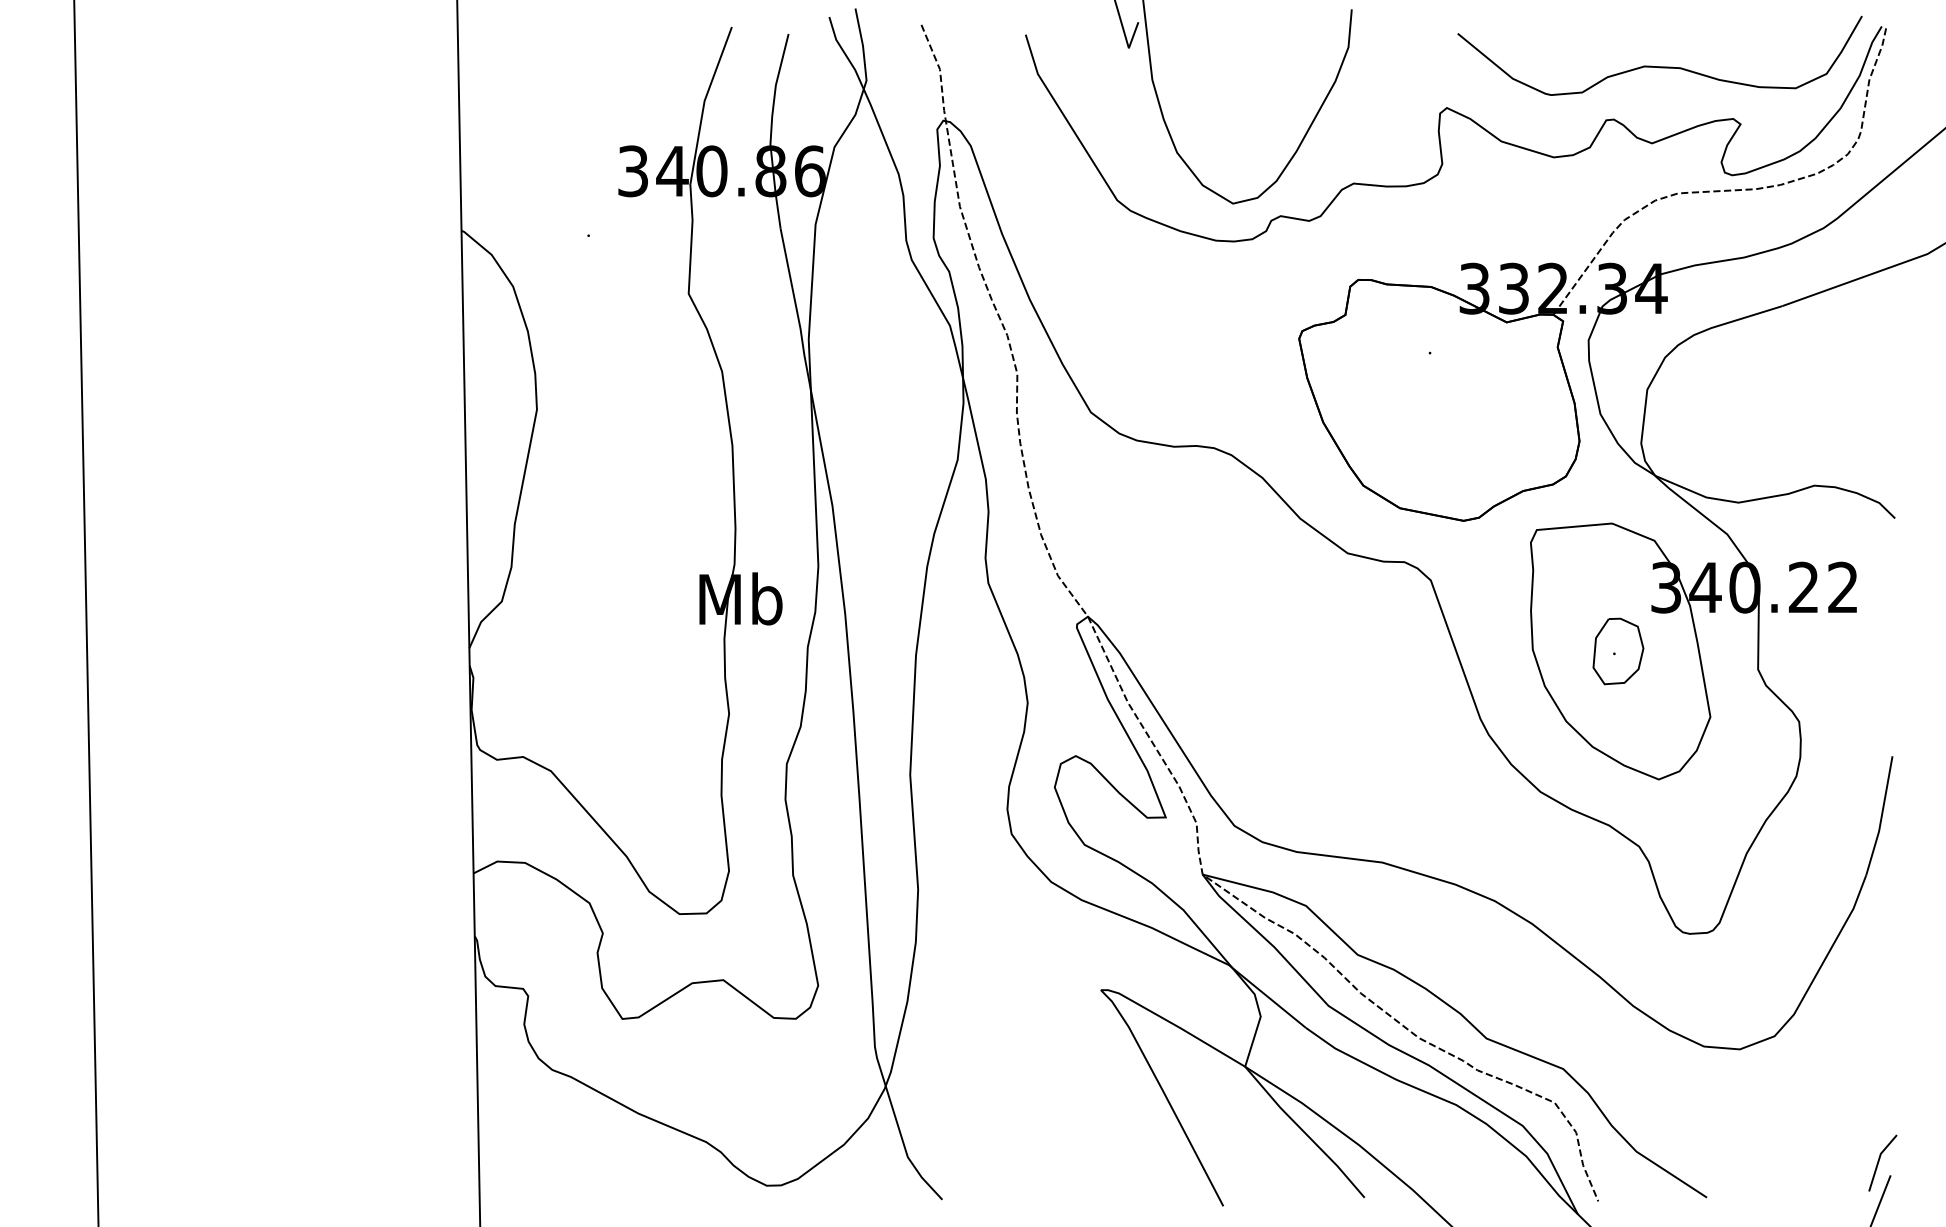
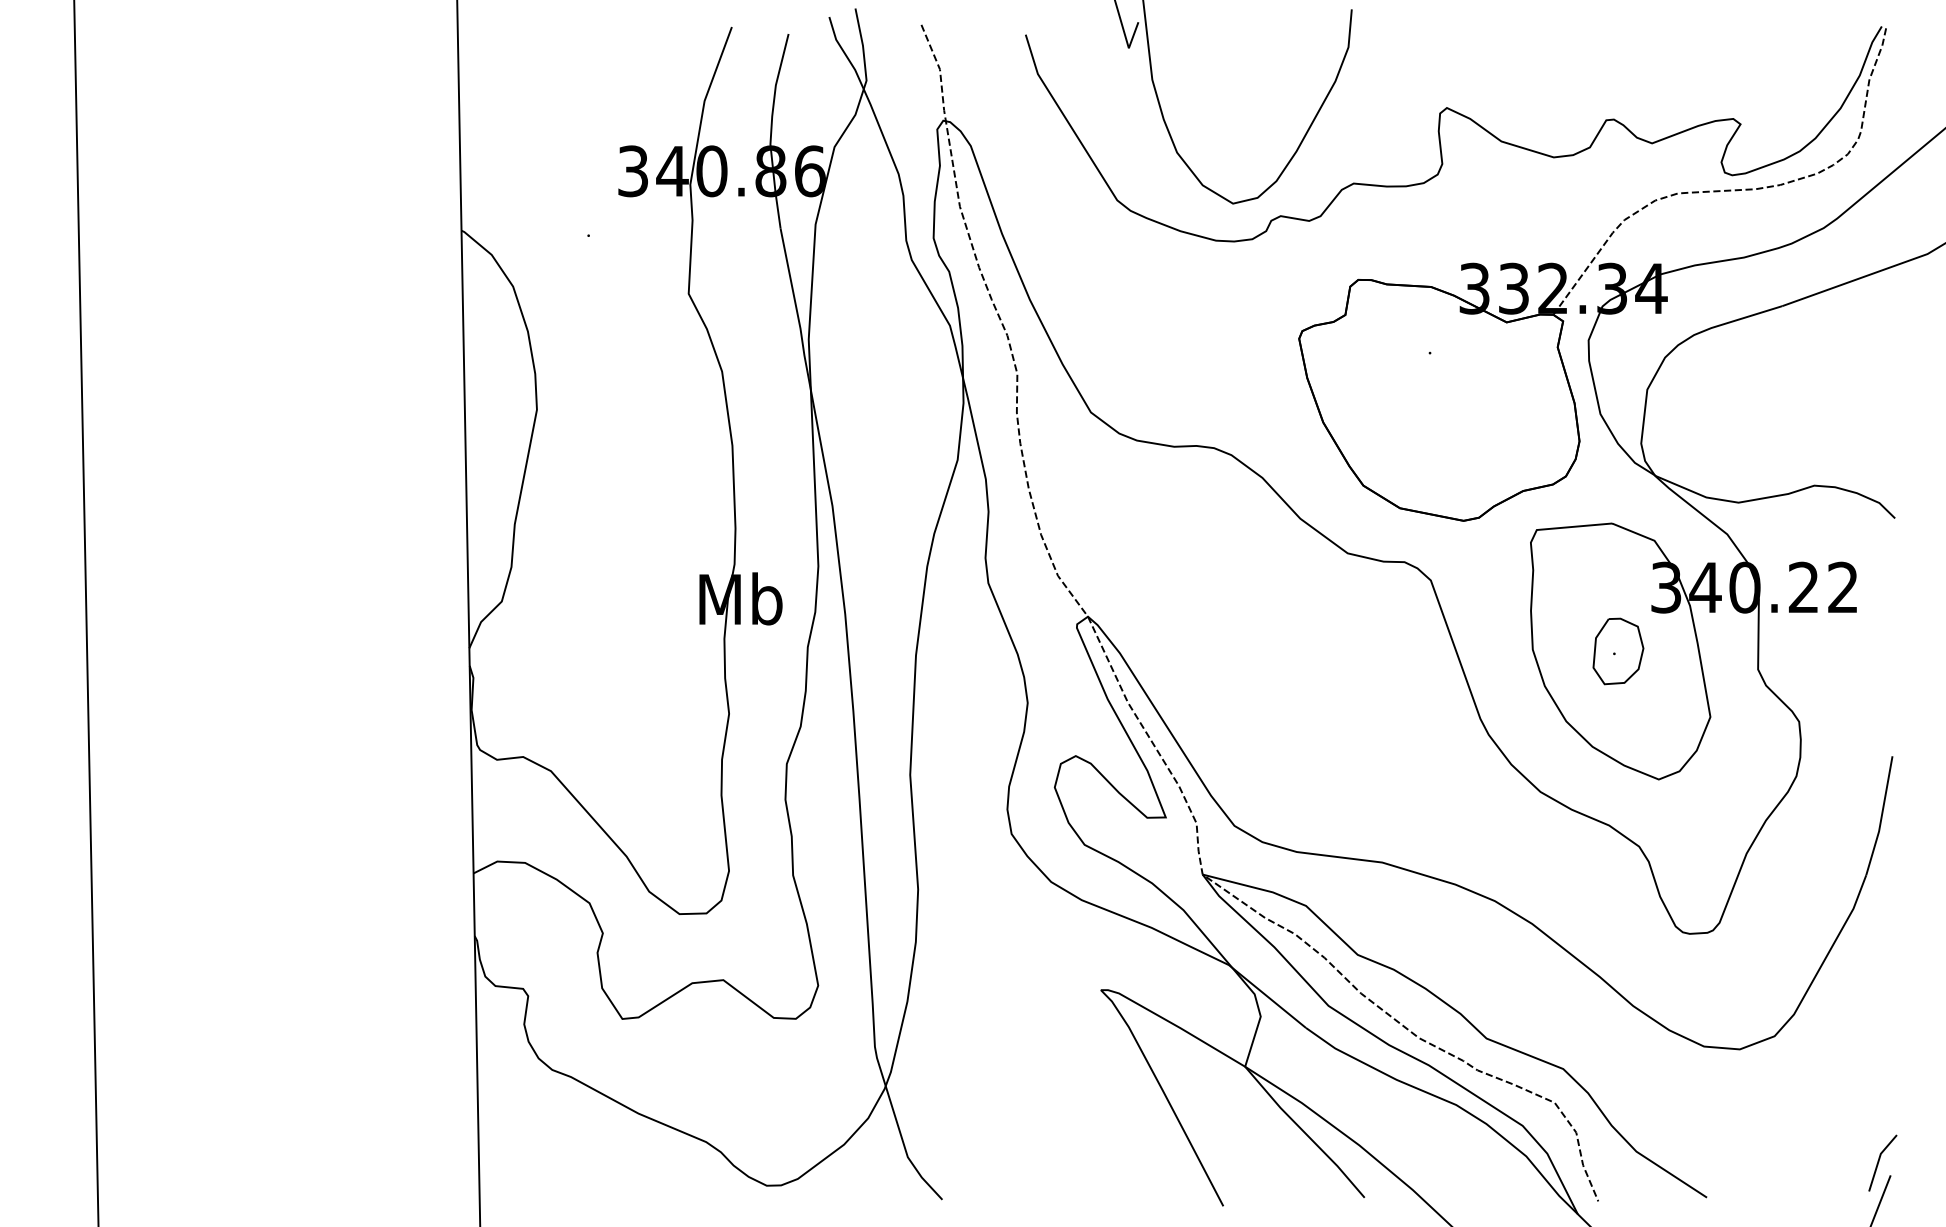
curve at (1659, 66): present -> none
